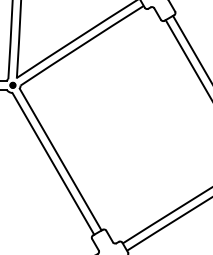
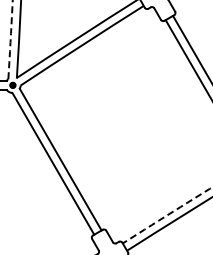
arc at (10, 39): solid -> dashed
arc at (167, 215): solid -> dashed
